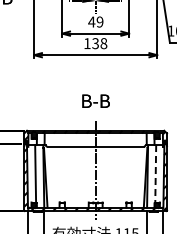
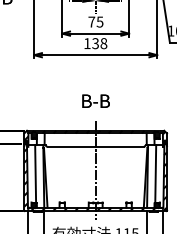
text at (95, 21): 49 -> 75
line at (155, 174): dashed -> solid
